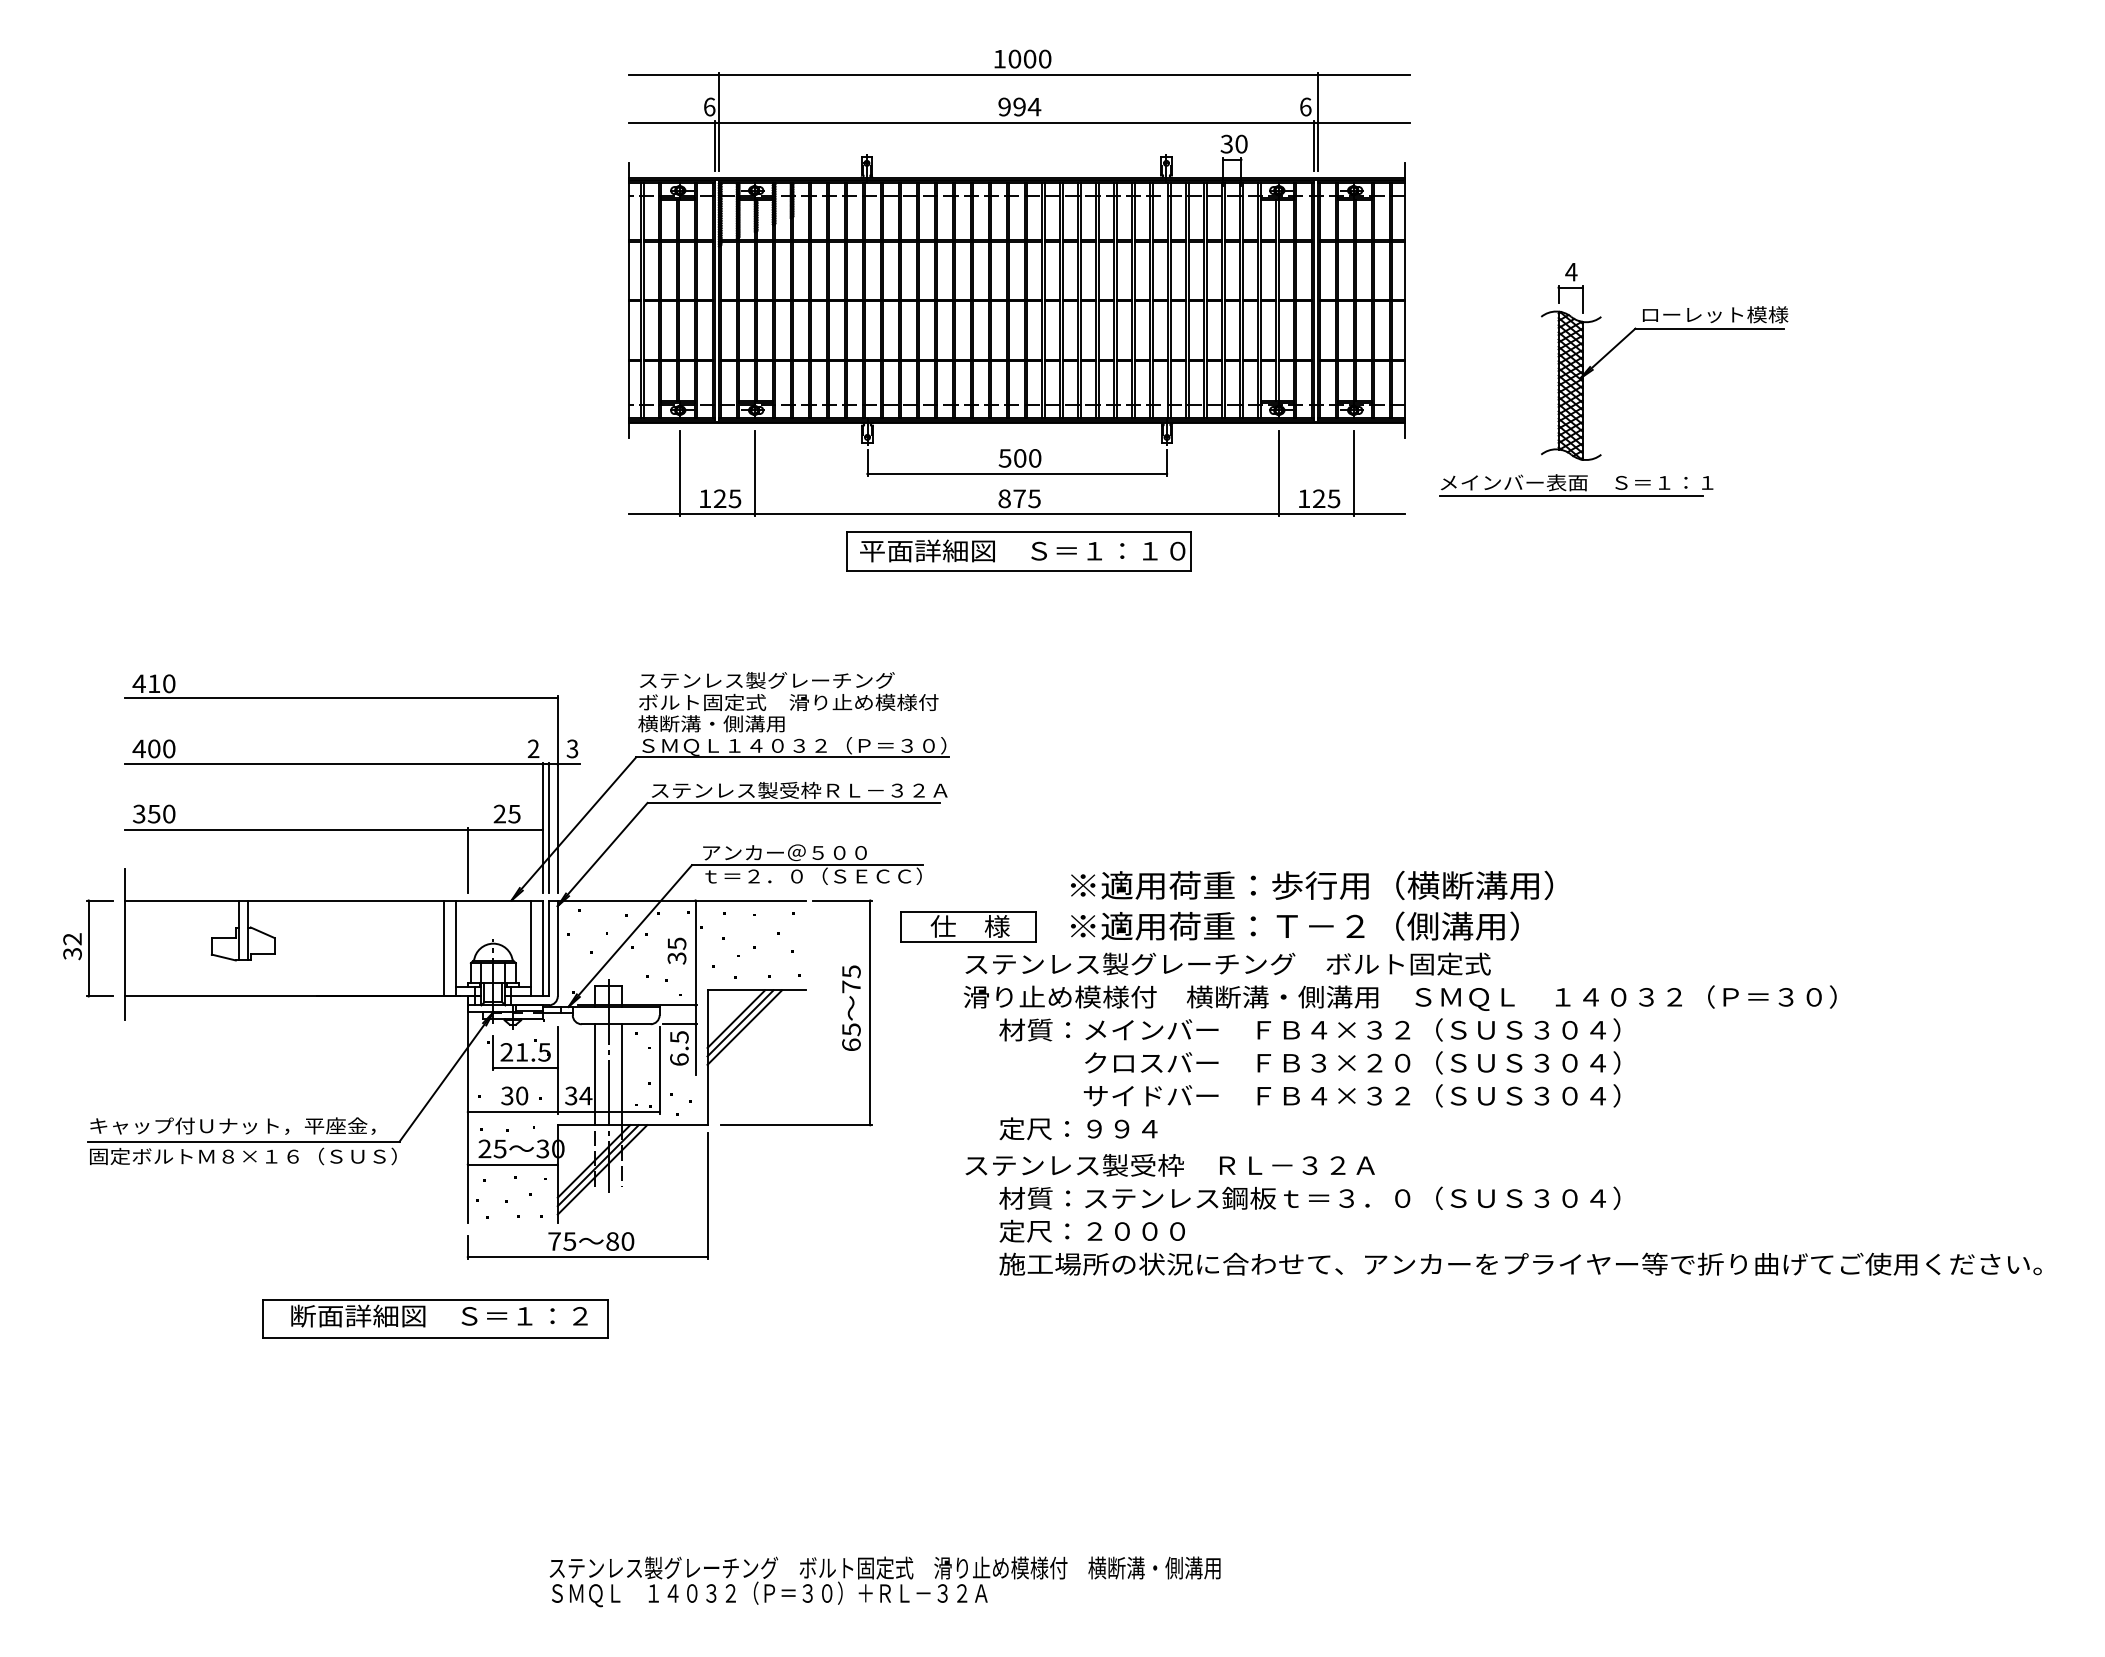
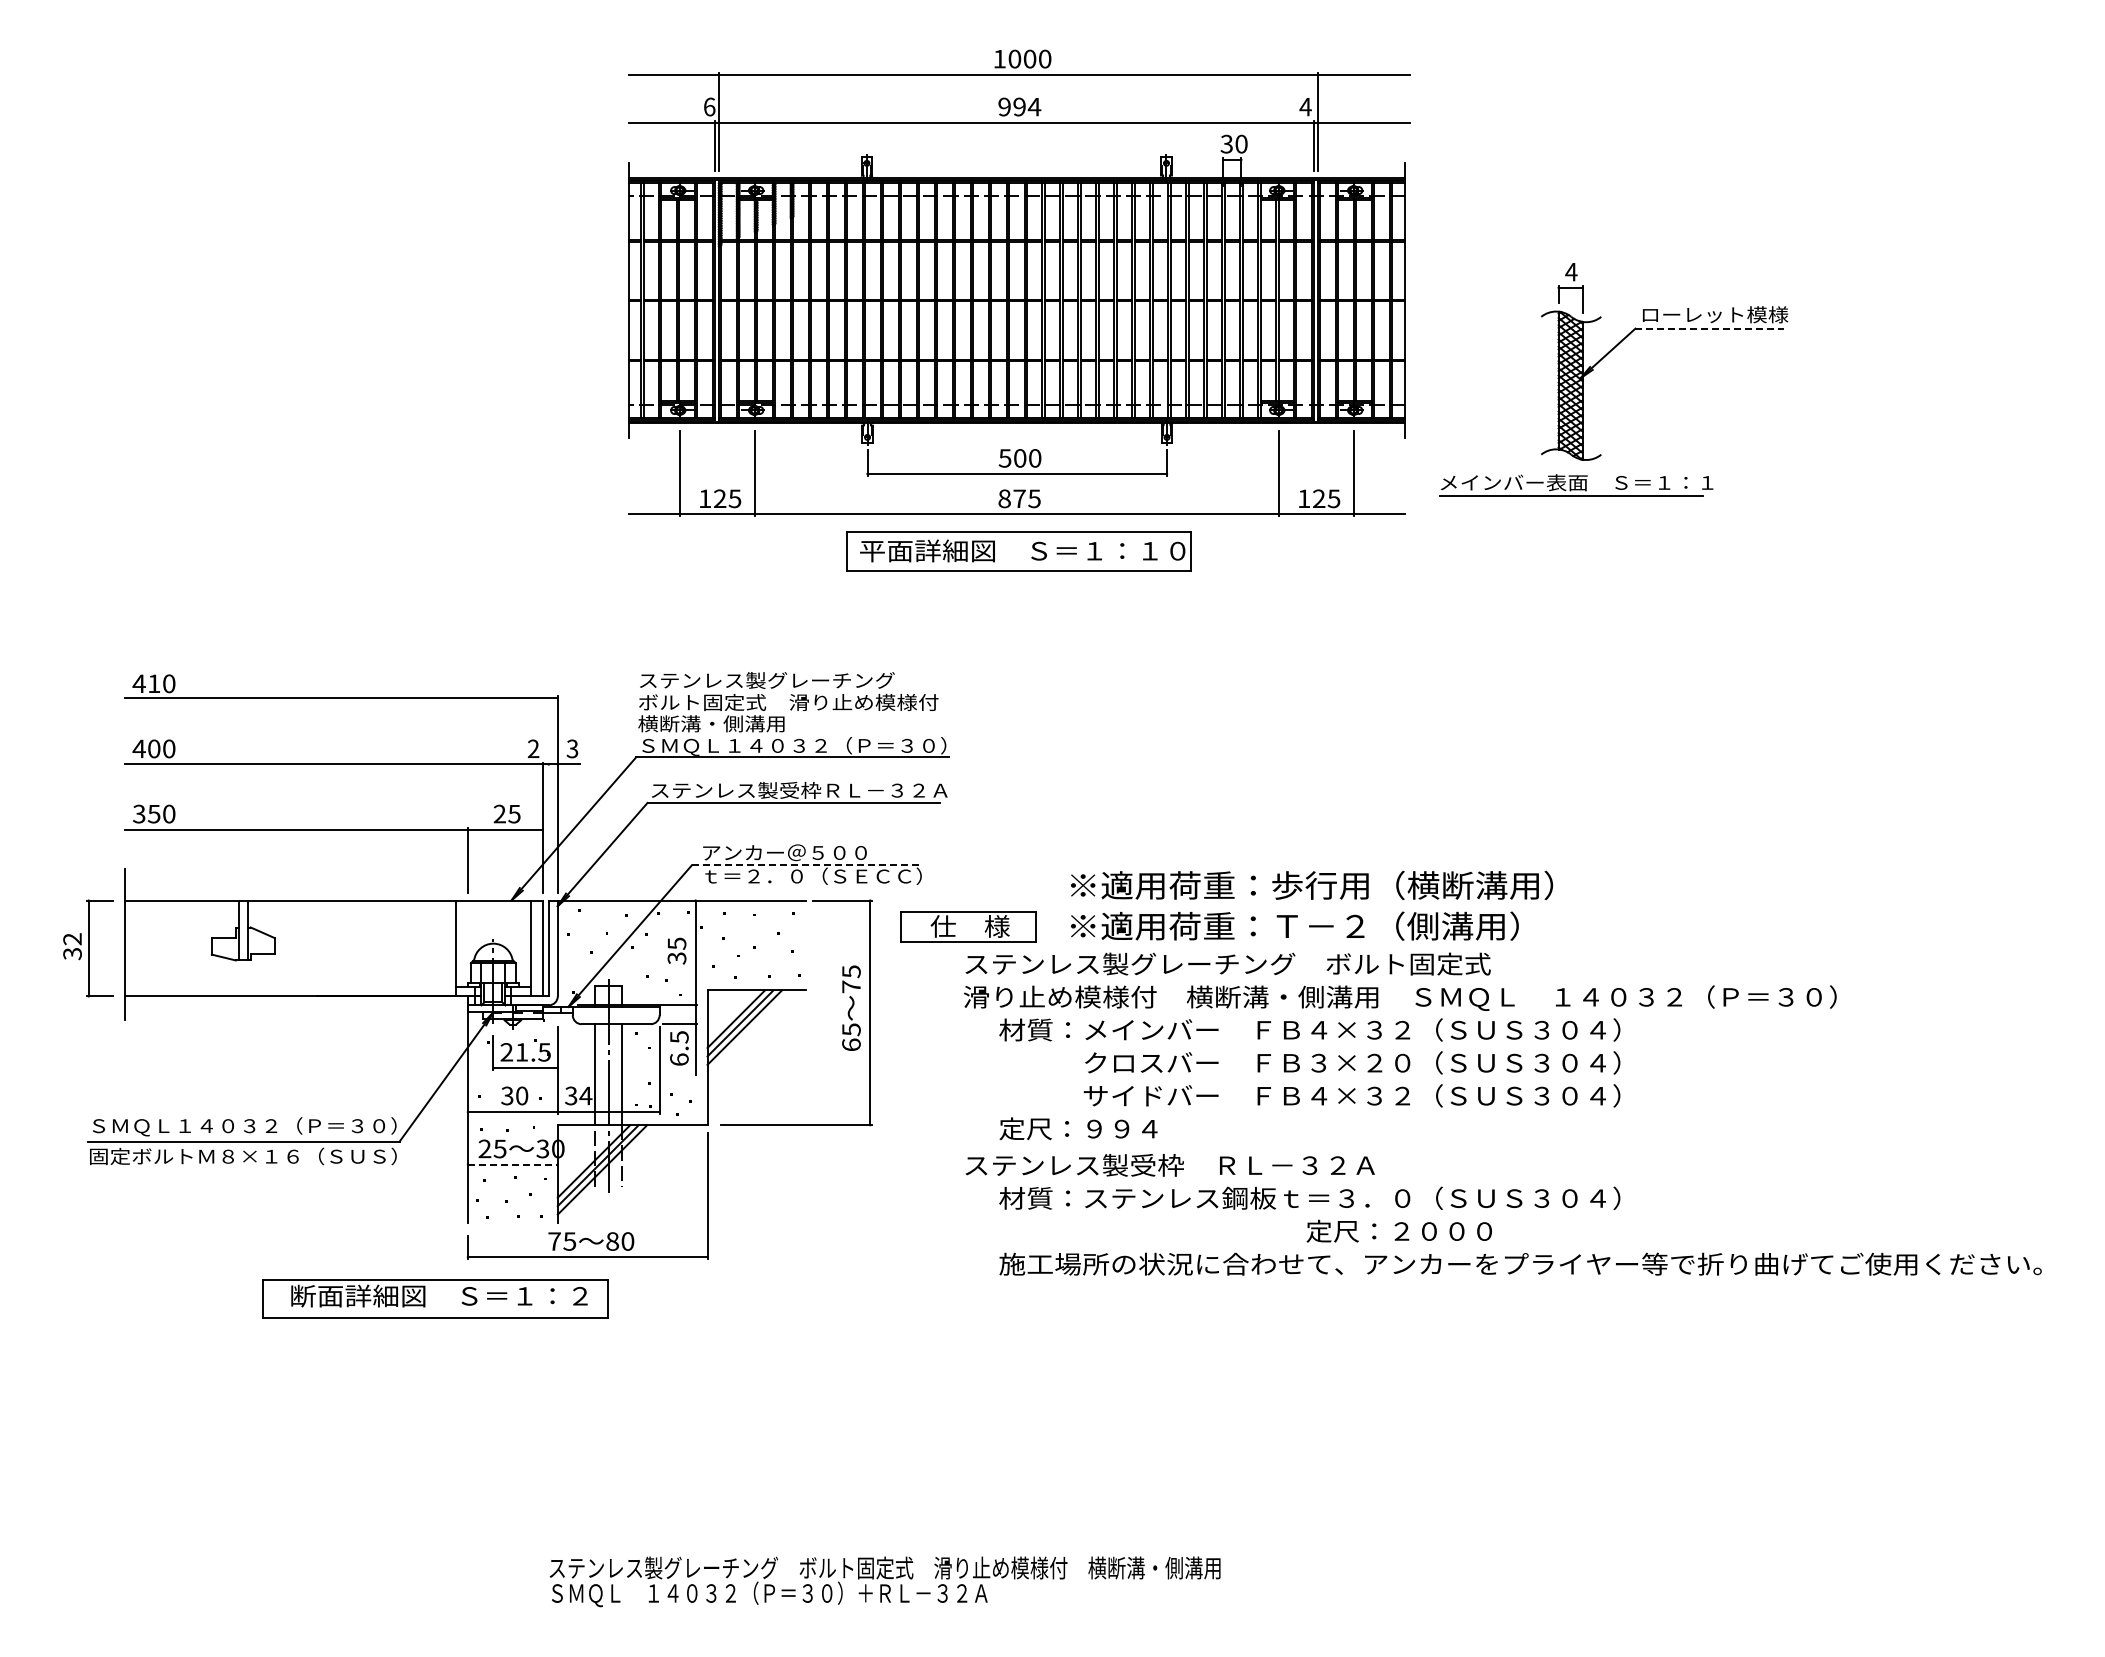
text at (1305, 106): 6 -> 4
line at (1709, 328): solid -> dashed
line at (548, 827): present -> none
line at (807, 865): solid -> dashed
line at (443, 948): present -> none
text at (243, 1126): キャップ付Ｕナット，平座金， -> ＳＭＱＬ１４０３２（Ｐ＝３０）
line at (512, 1164): solid -> dashed
text at (1091, 1230) position: (1091, 1230) -> (1398, 1230)
part at (435, 1318) position: (435, 1318) -> (435, 1298)
